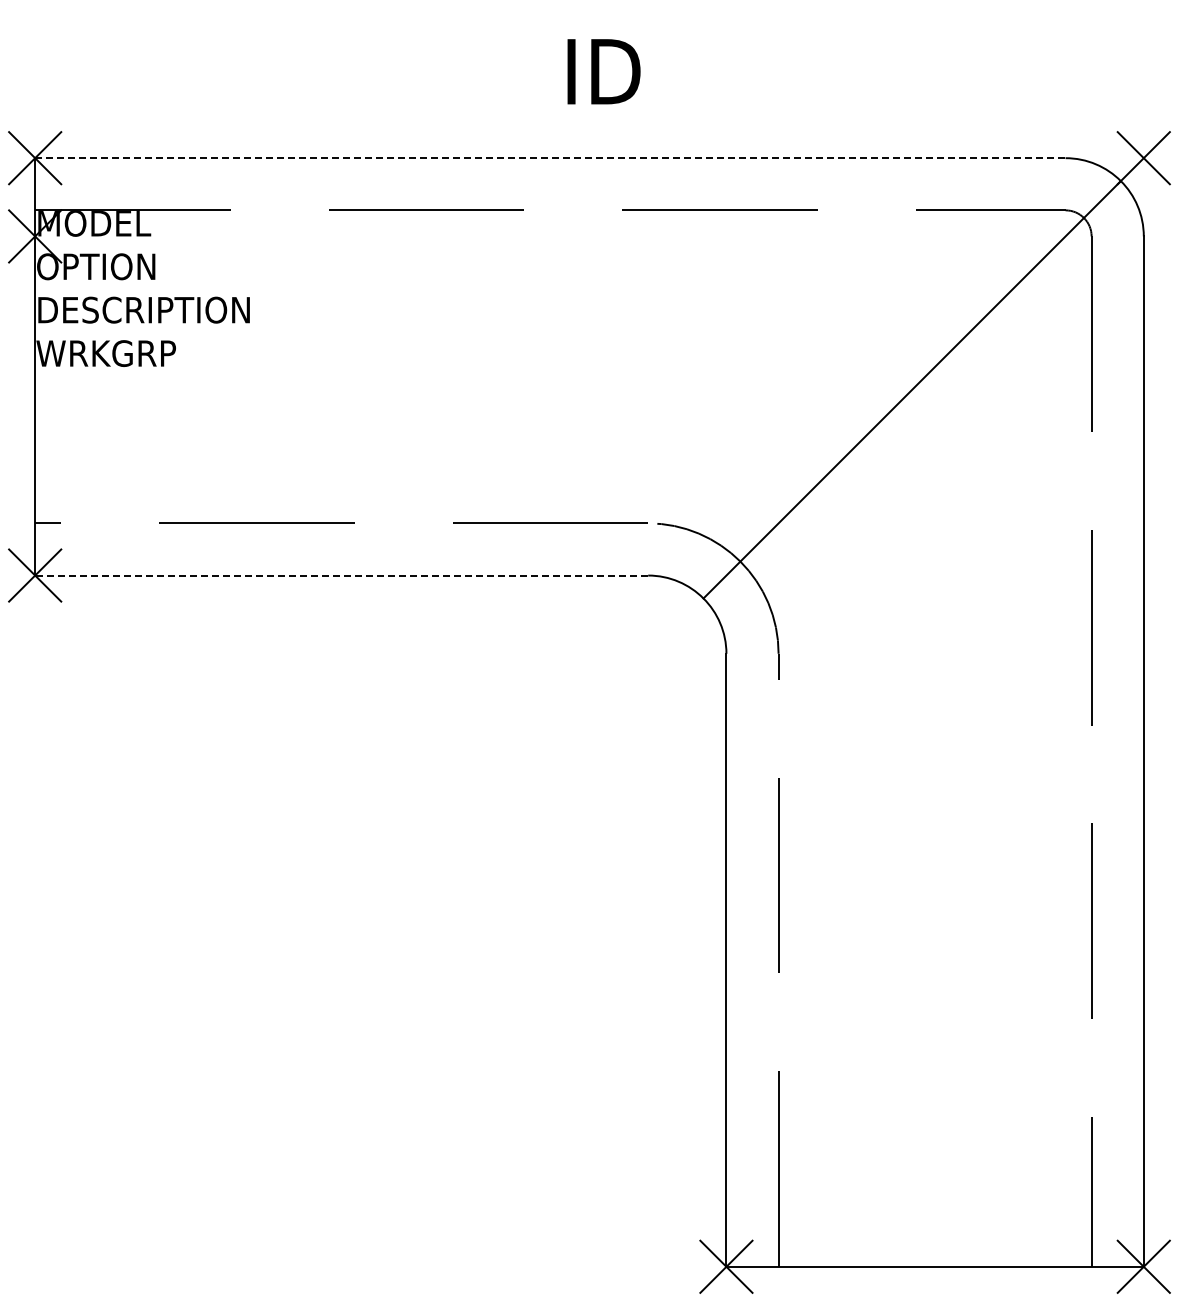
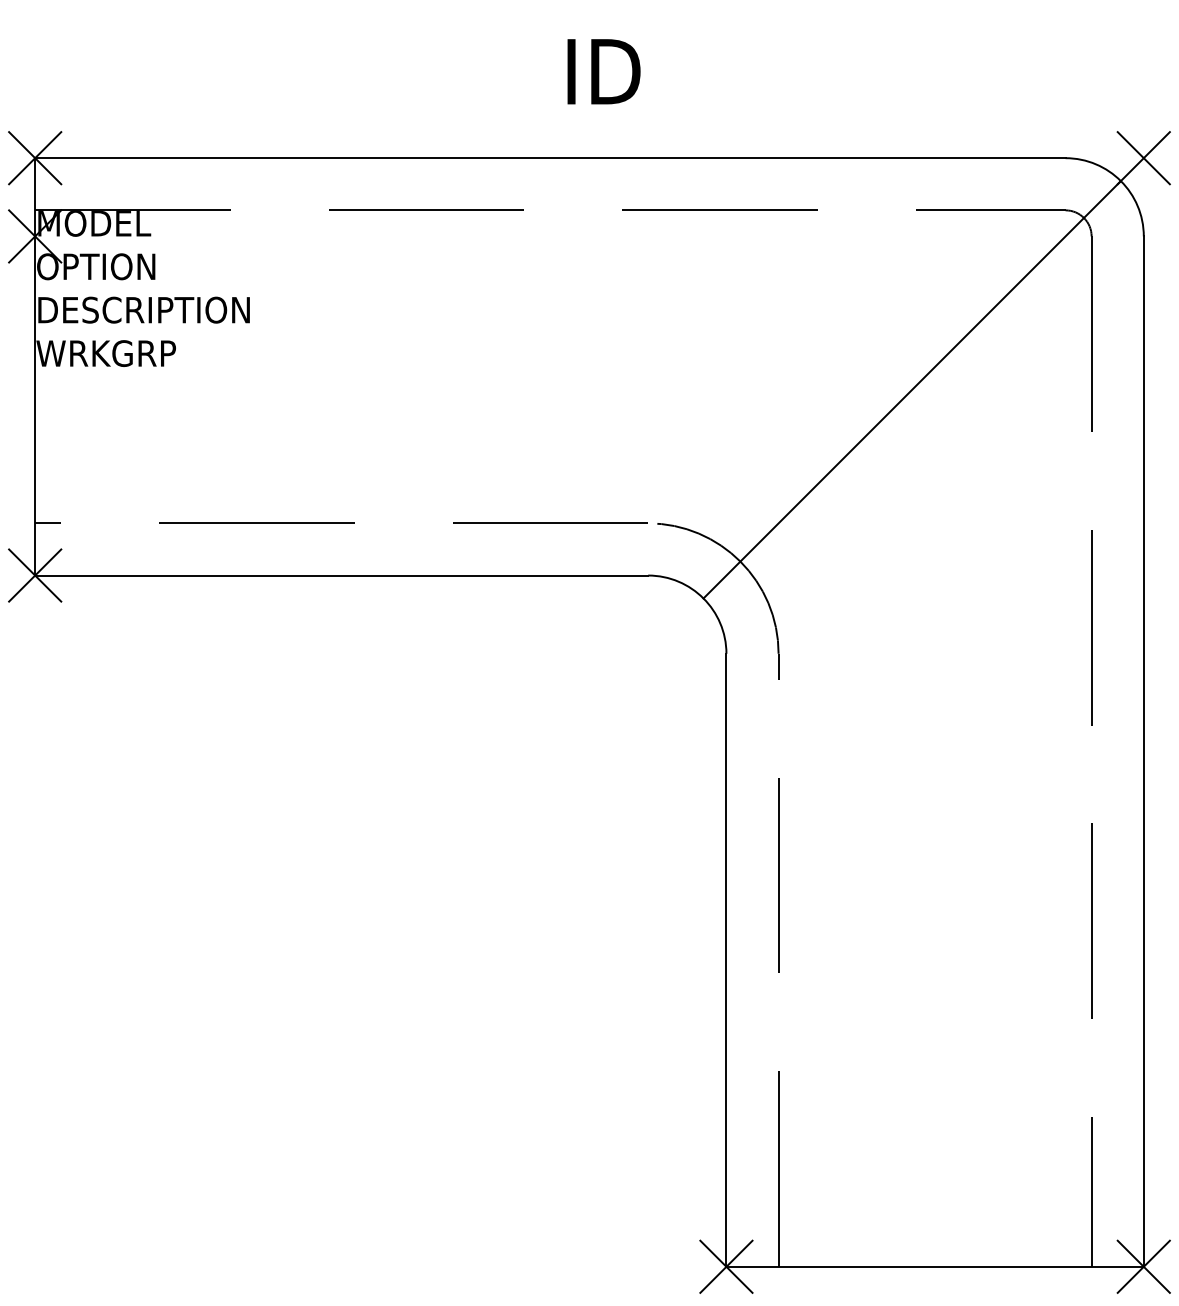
line at (550, 158): dashed -> solid
line at (341, 575): dashed -> solid
